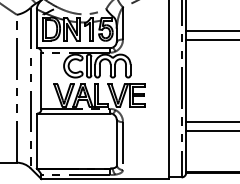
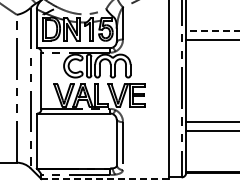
line at (212, 30): solid -> dashed
line at (105, 179): solid -> dashed
